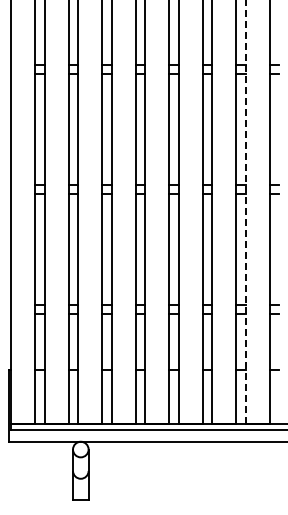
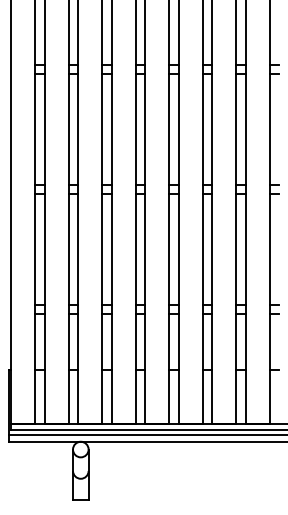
line at (245, 212): dashed -> solid
line at (146, 434): none -> present
